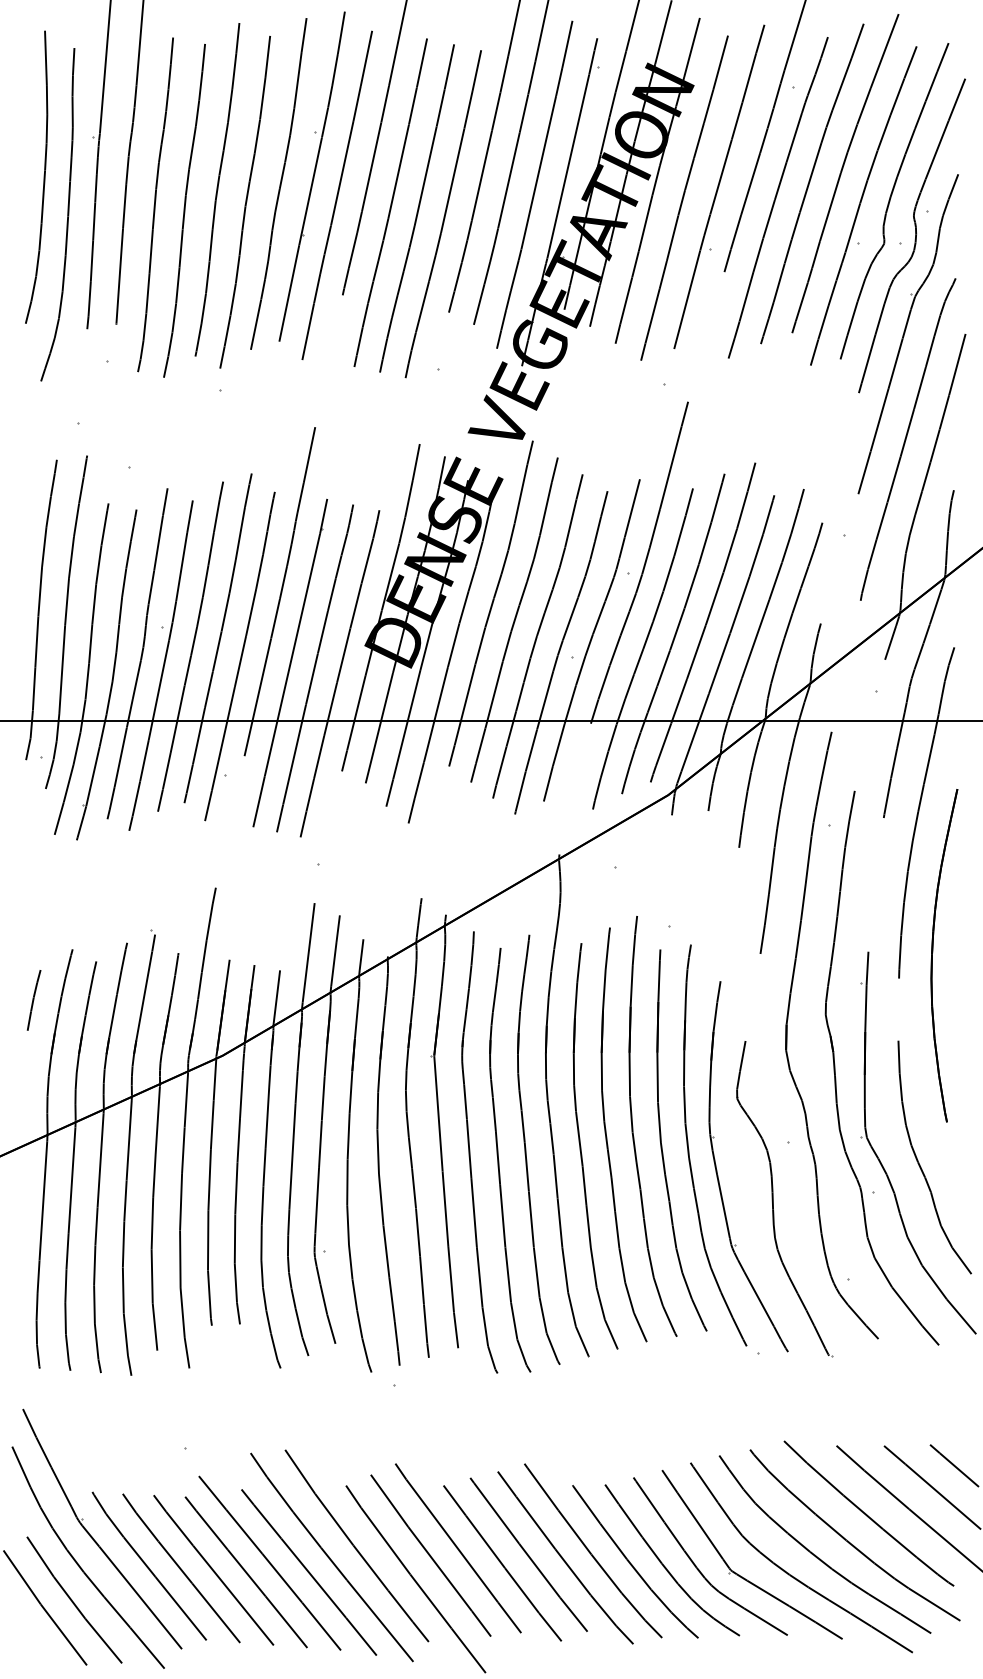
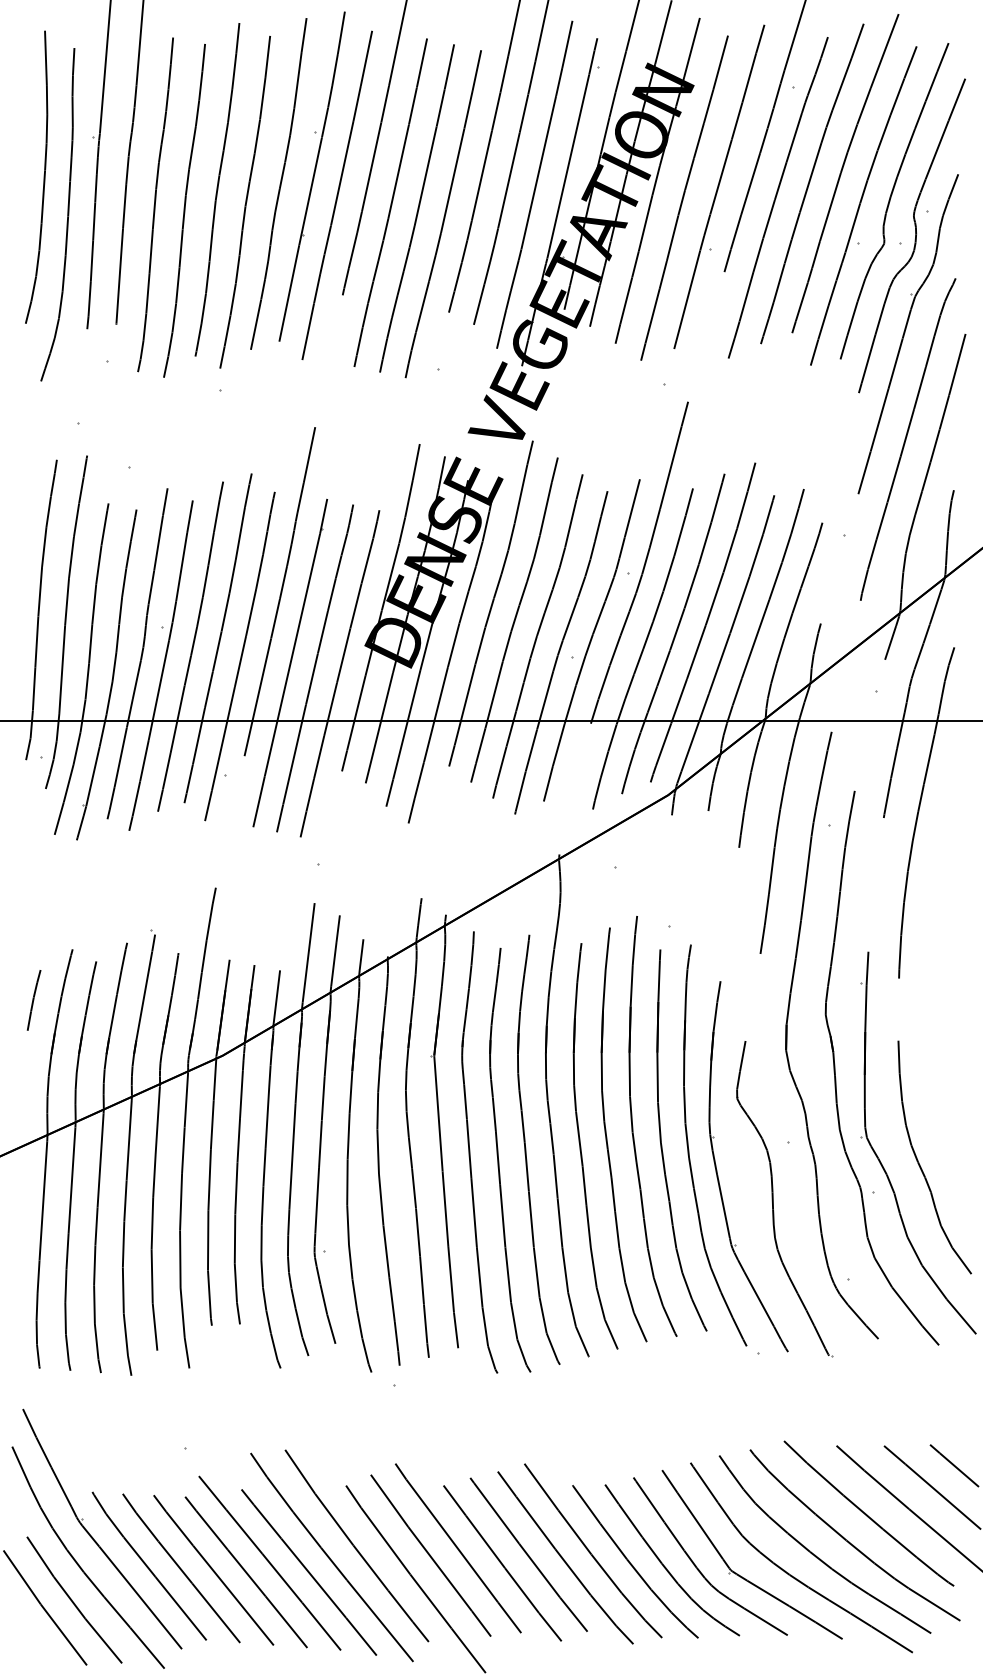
part at (933, 952): present -> none
